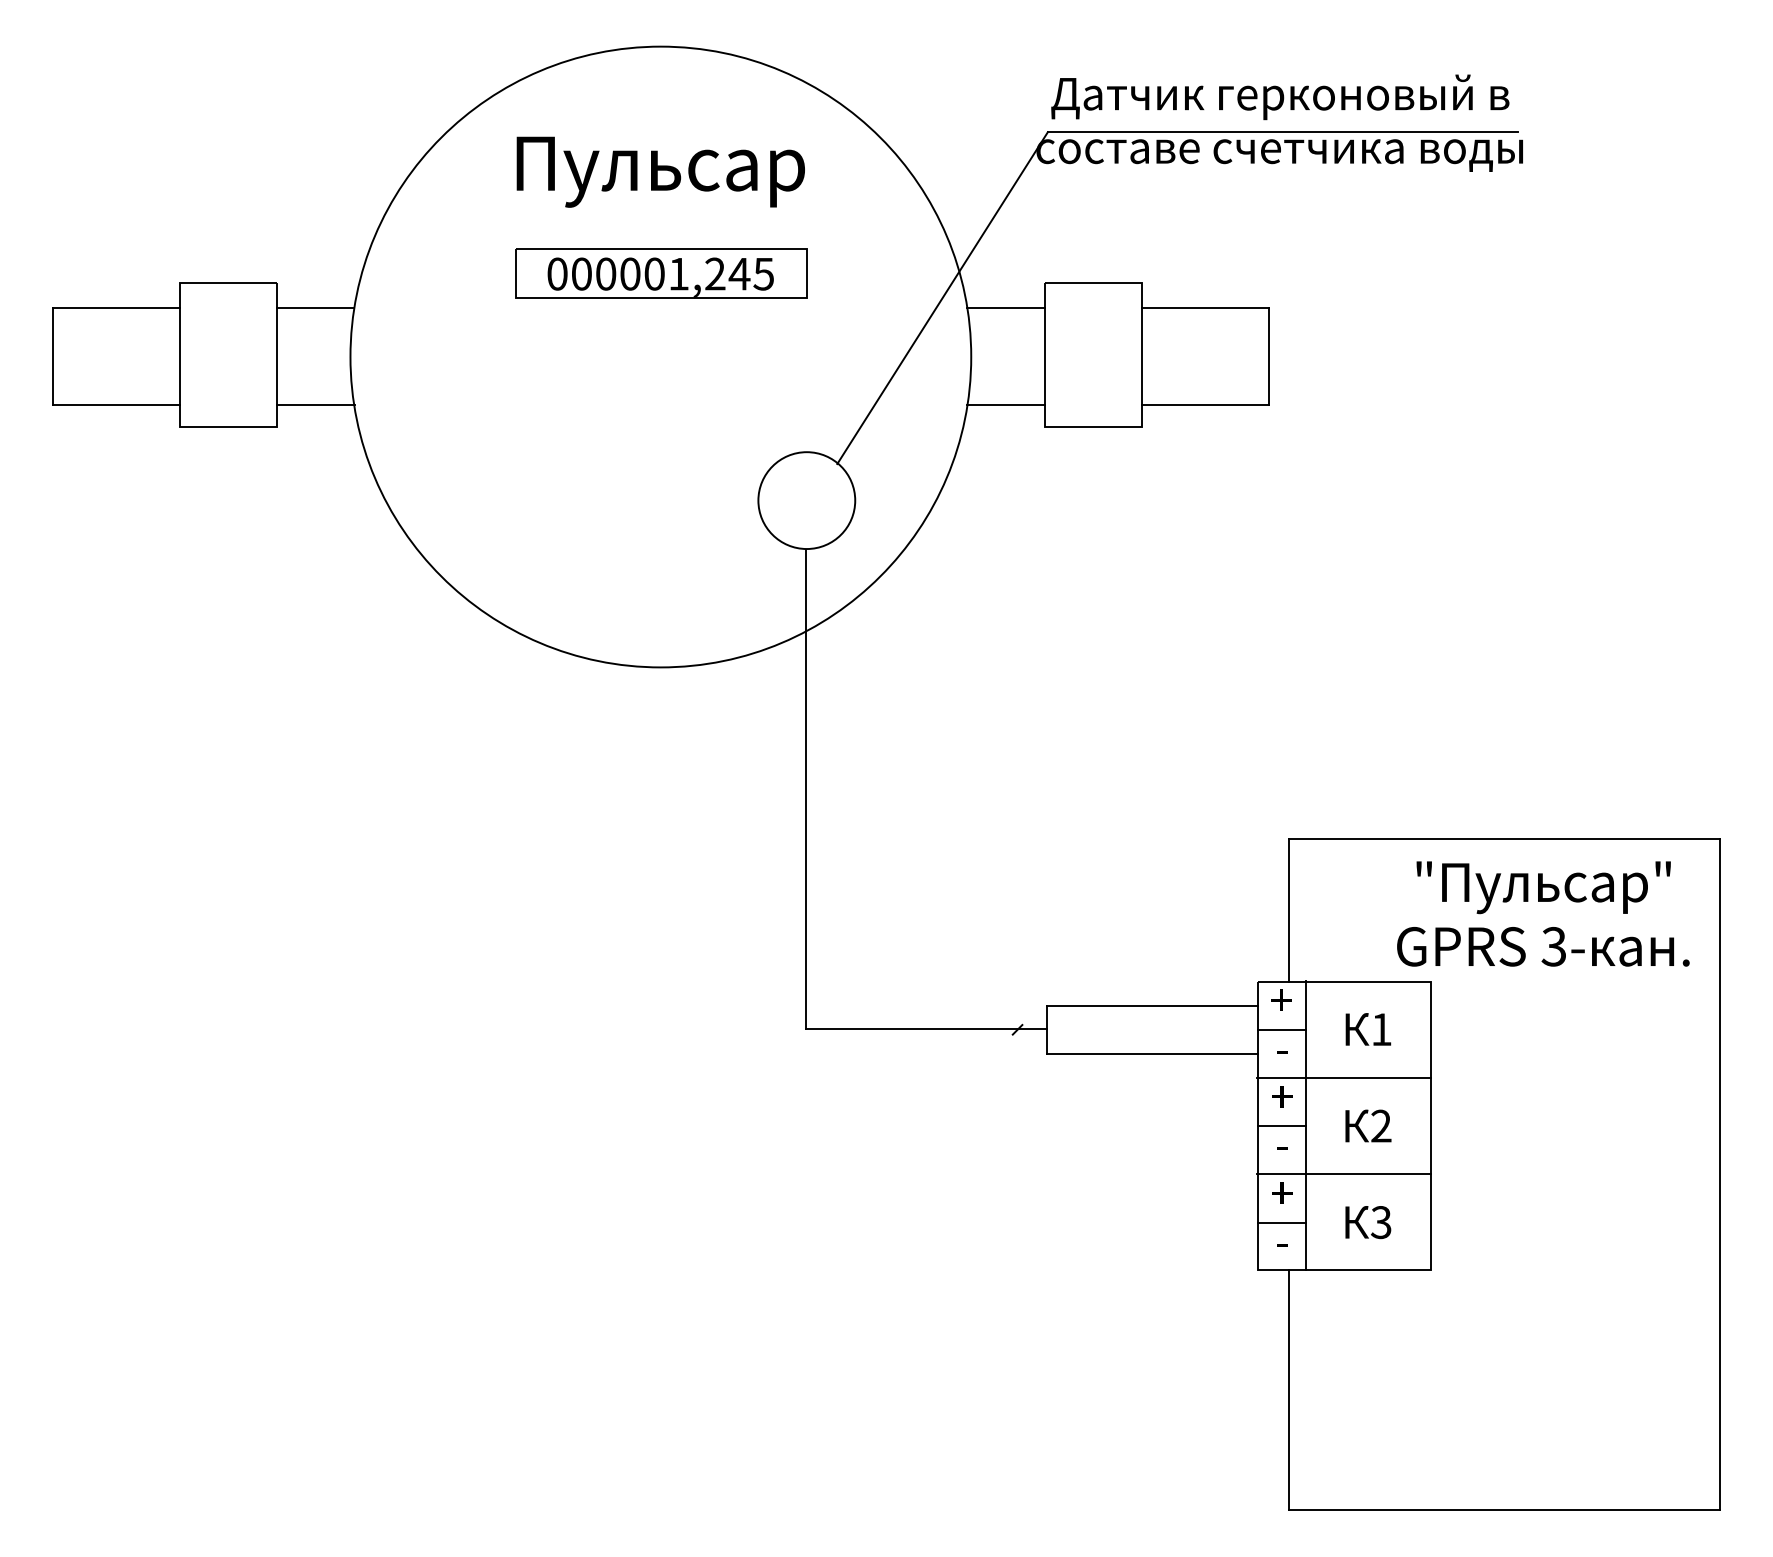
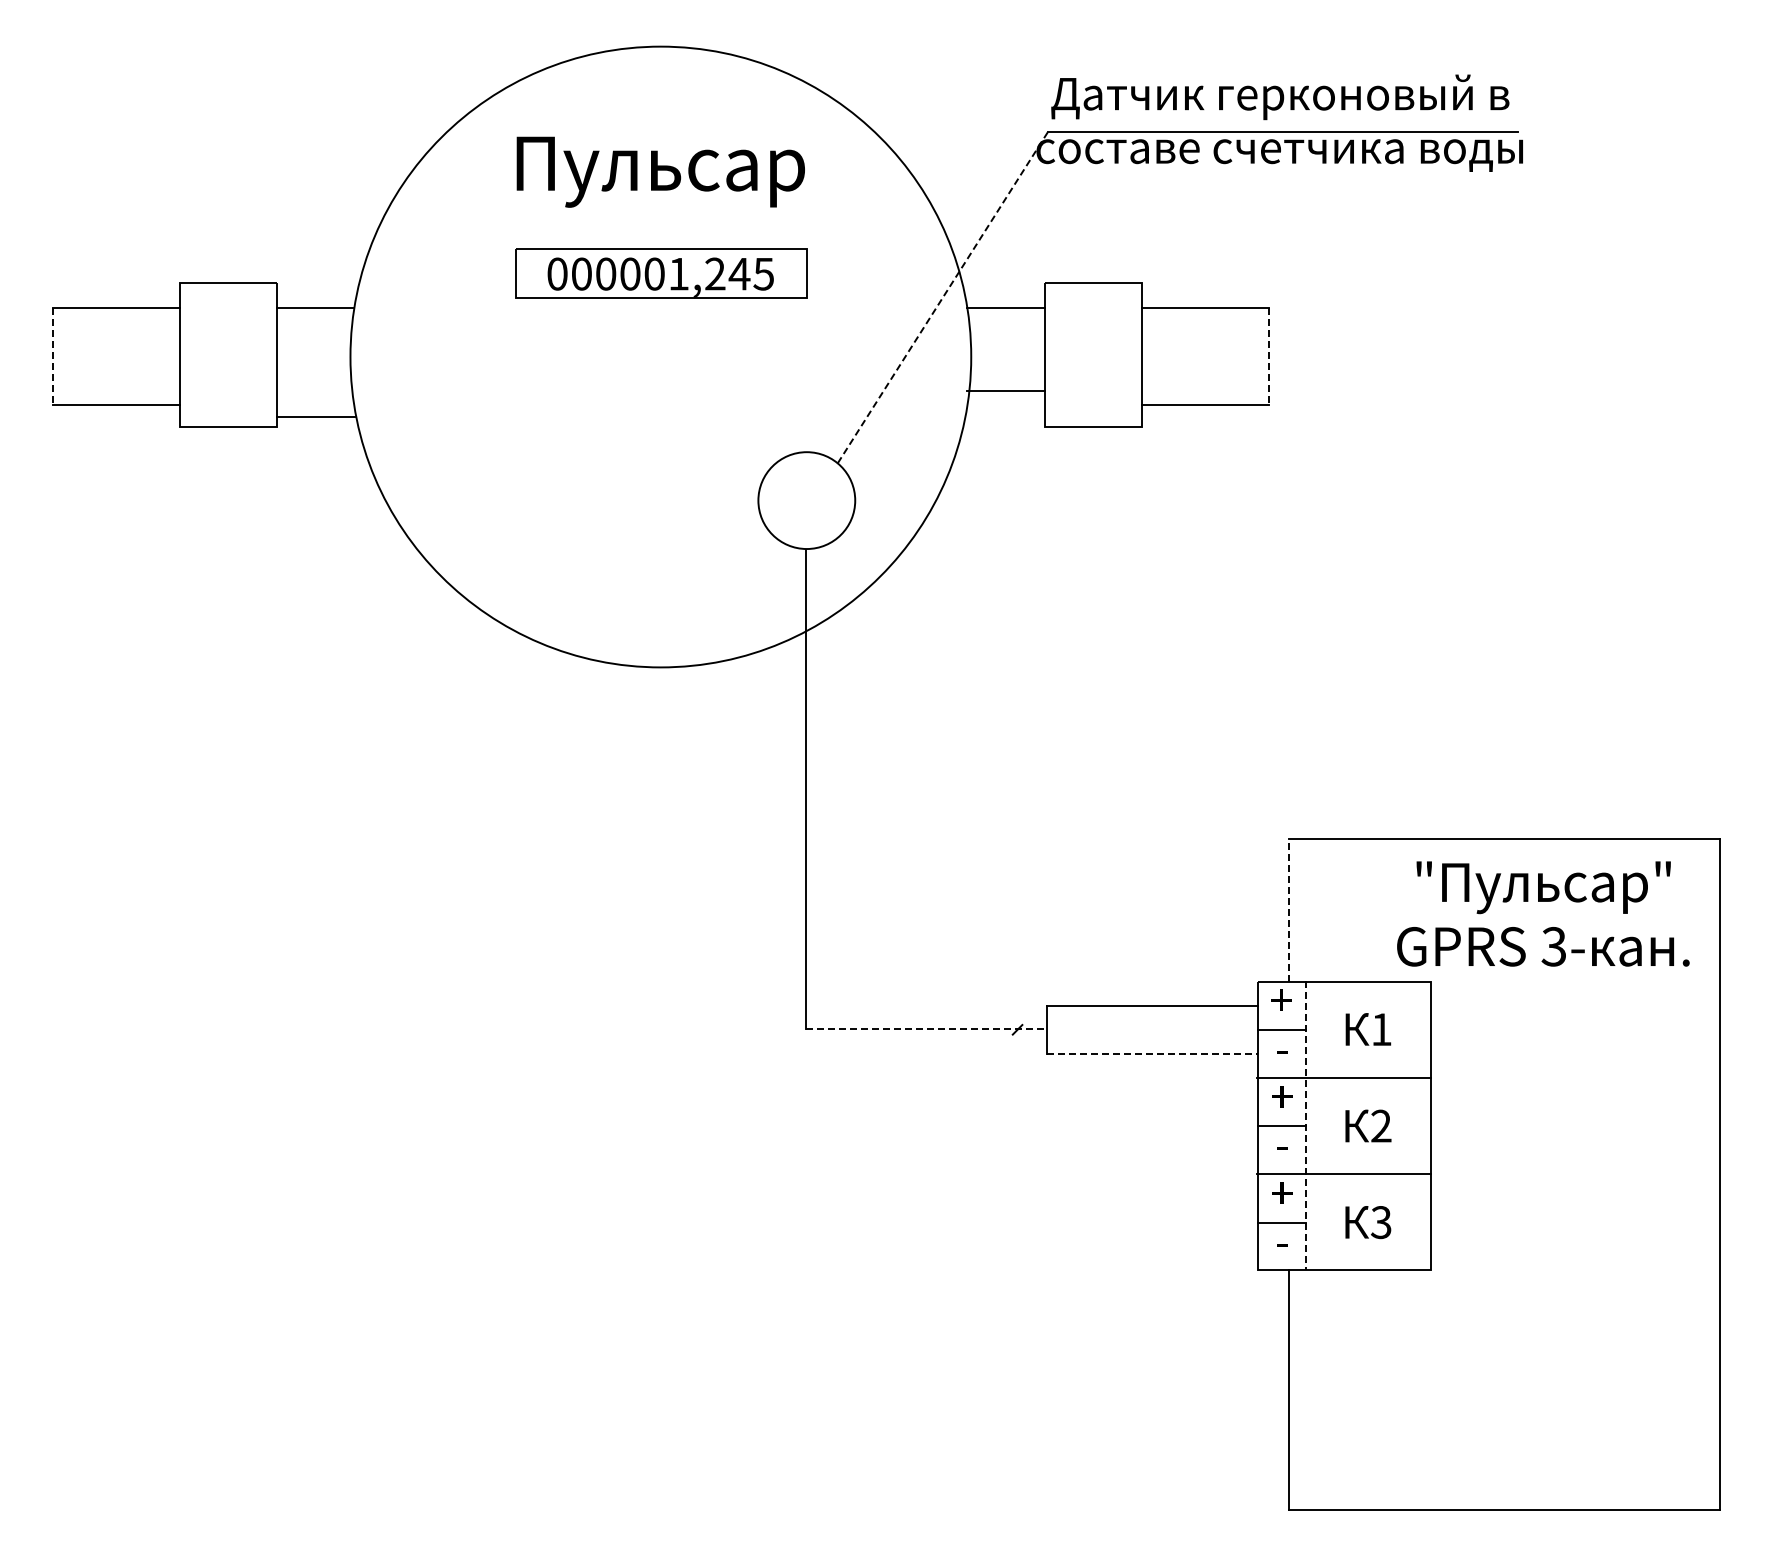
line at (942, 298): solid -> dashed
line at (53, 357): solid -> dashed
line at (1269, 357): solid -> dashed
line at (316, 405) position: (316, 405) -> (316, 417)
line at (1005, 405) position: (1005, 405) -> (1005, 391)
line at (1289, 909): solid -> dashed
line at (927, 1029): solid -> dashed
line at (1152, 1053): solid -> dashed
line at (1306, 1125): solid -> dashed
